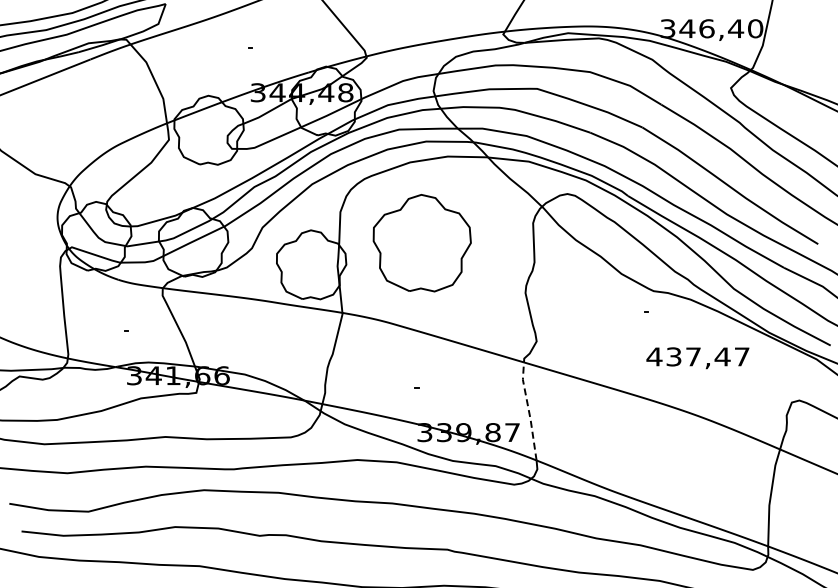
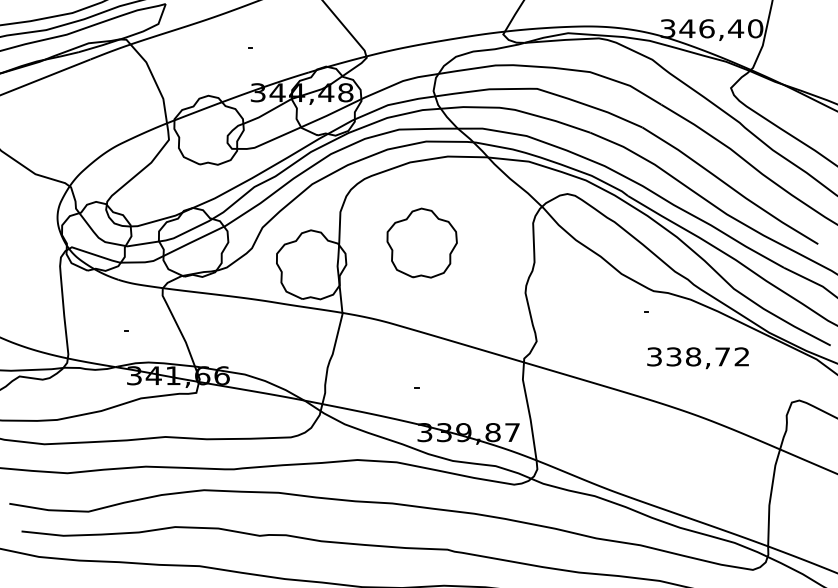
part at (421, 243) size: 100x99 px -> 72x72 px
text at (697, 356): 437,47 -> 338,72
line at (528, 411): dashed -> solid
